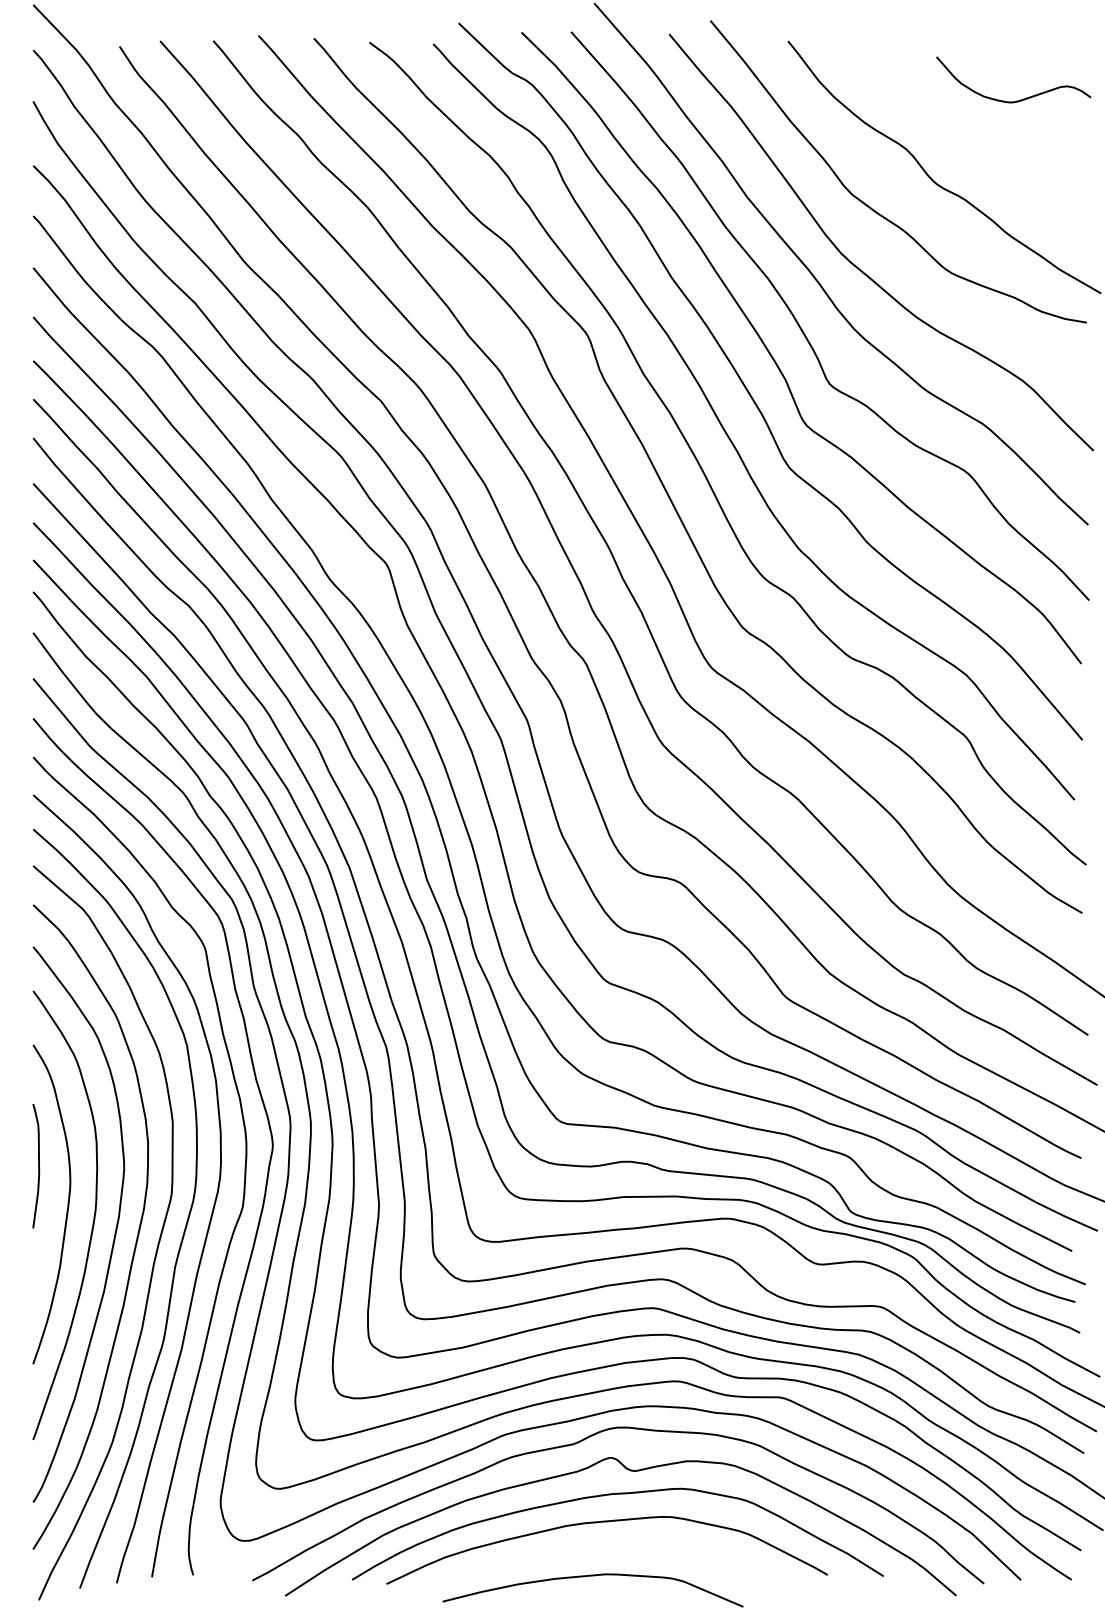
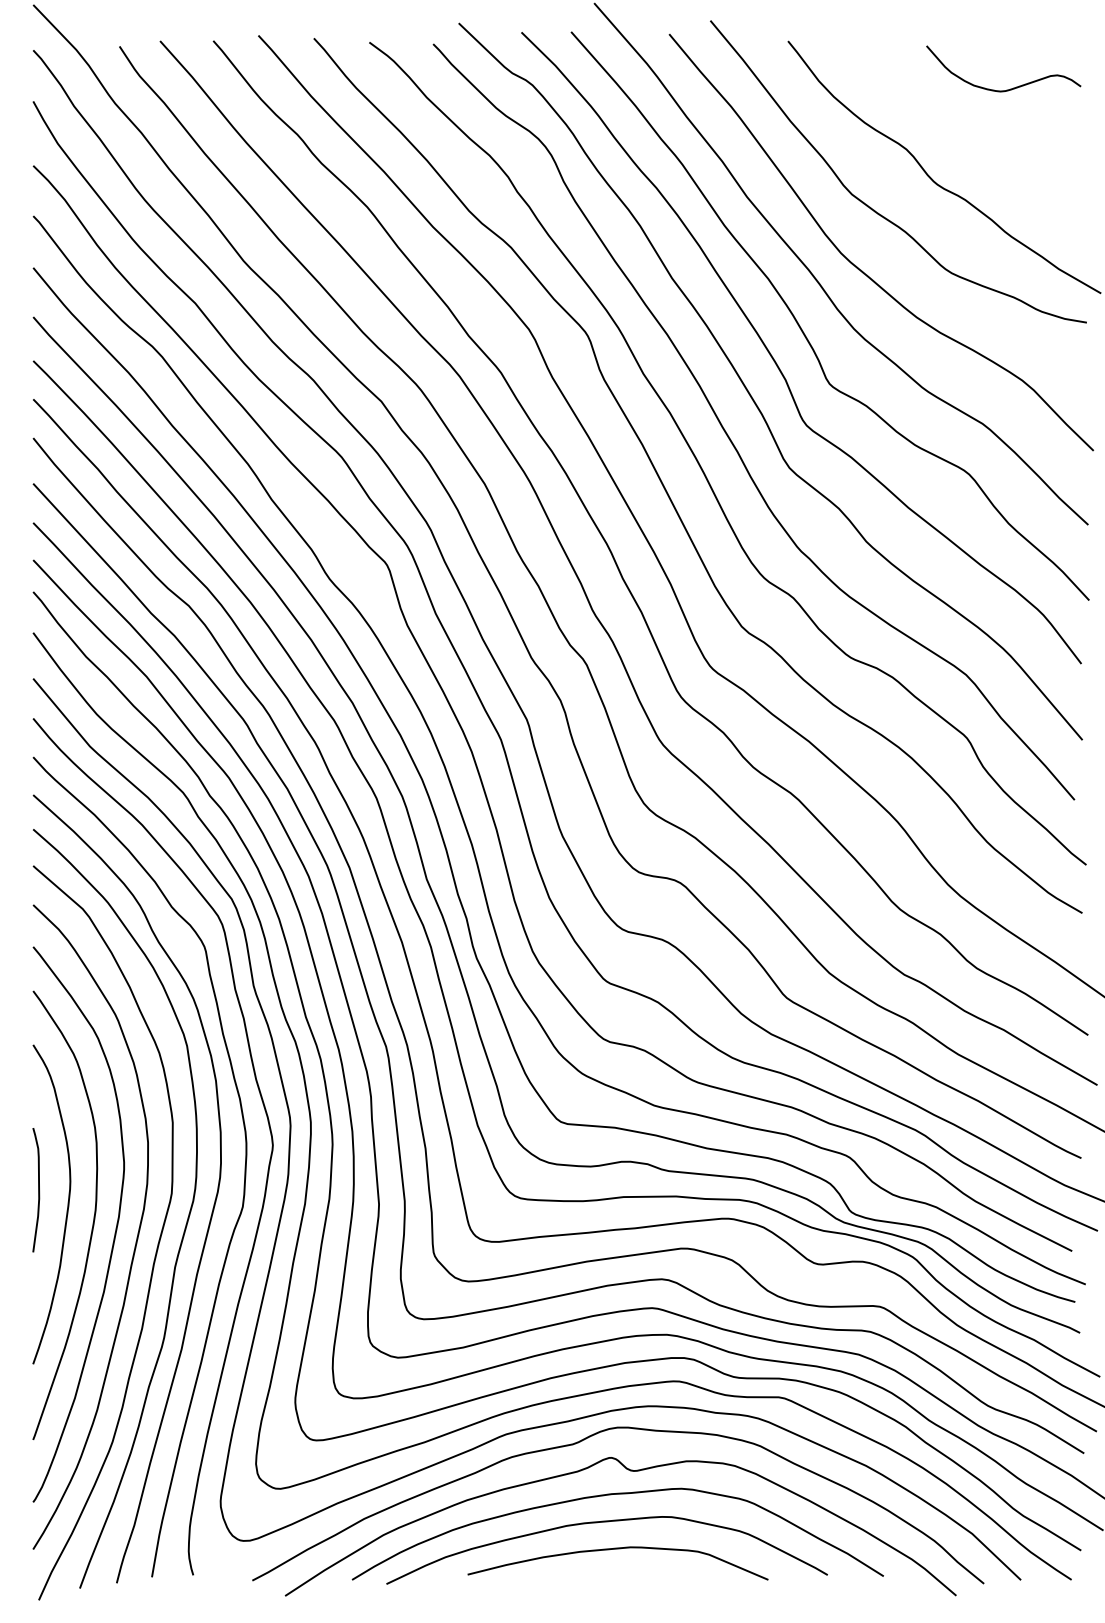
curve at (1020, 99) position: (1020, 99) -> (1010, 88)
curve at (38, 1166) position: (38, 1166) -> (38, 1190)
curve at (592, 1576) position: (592, 1576) -> (617, 1549)
